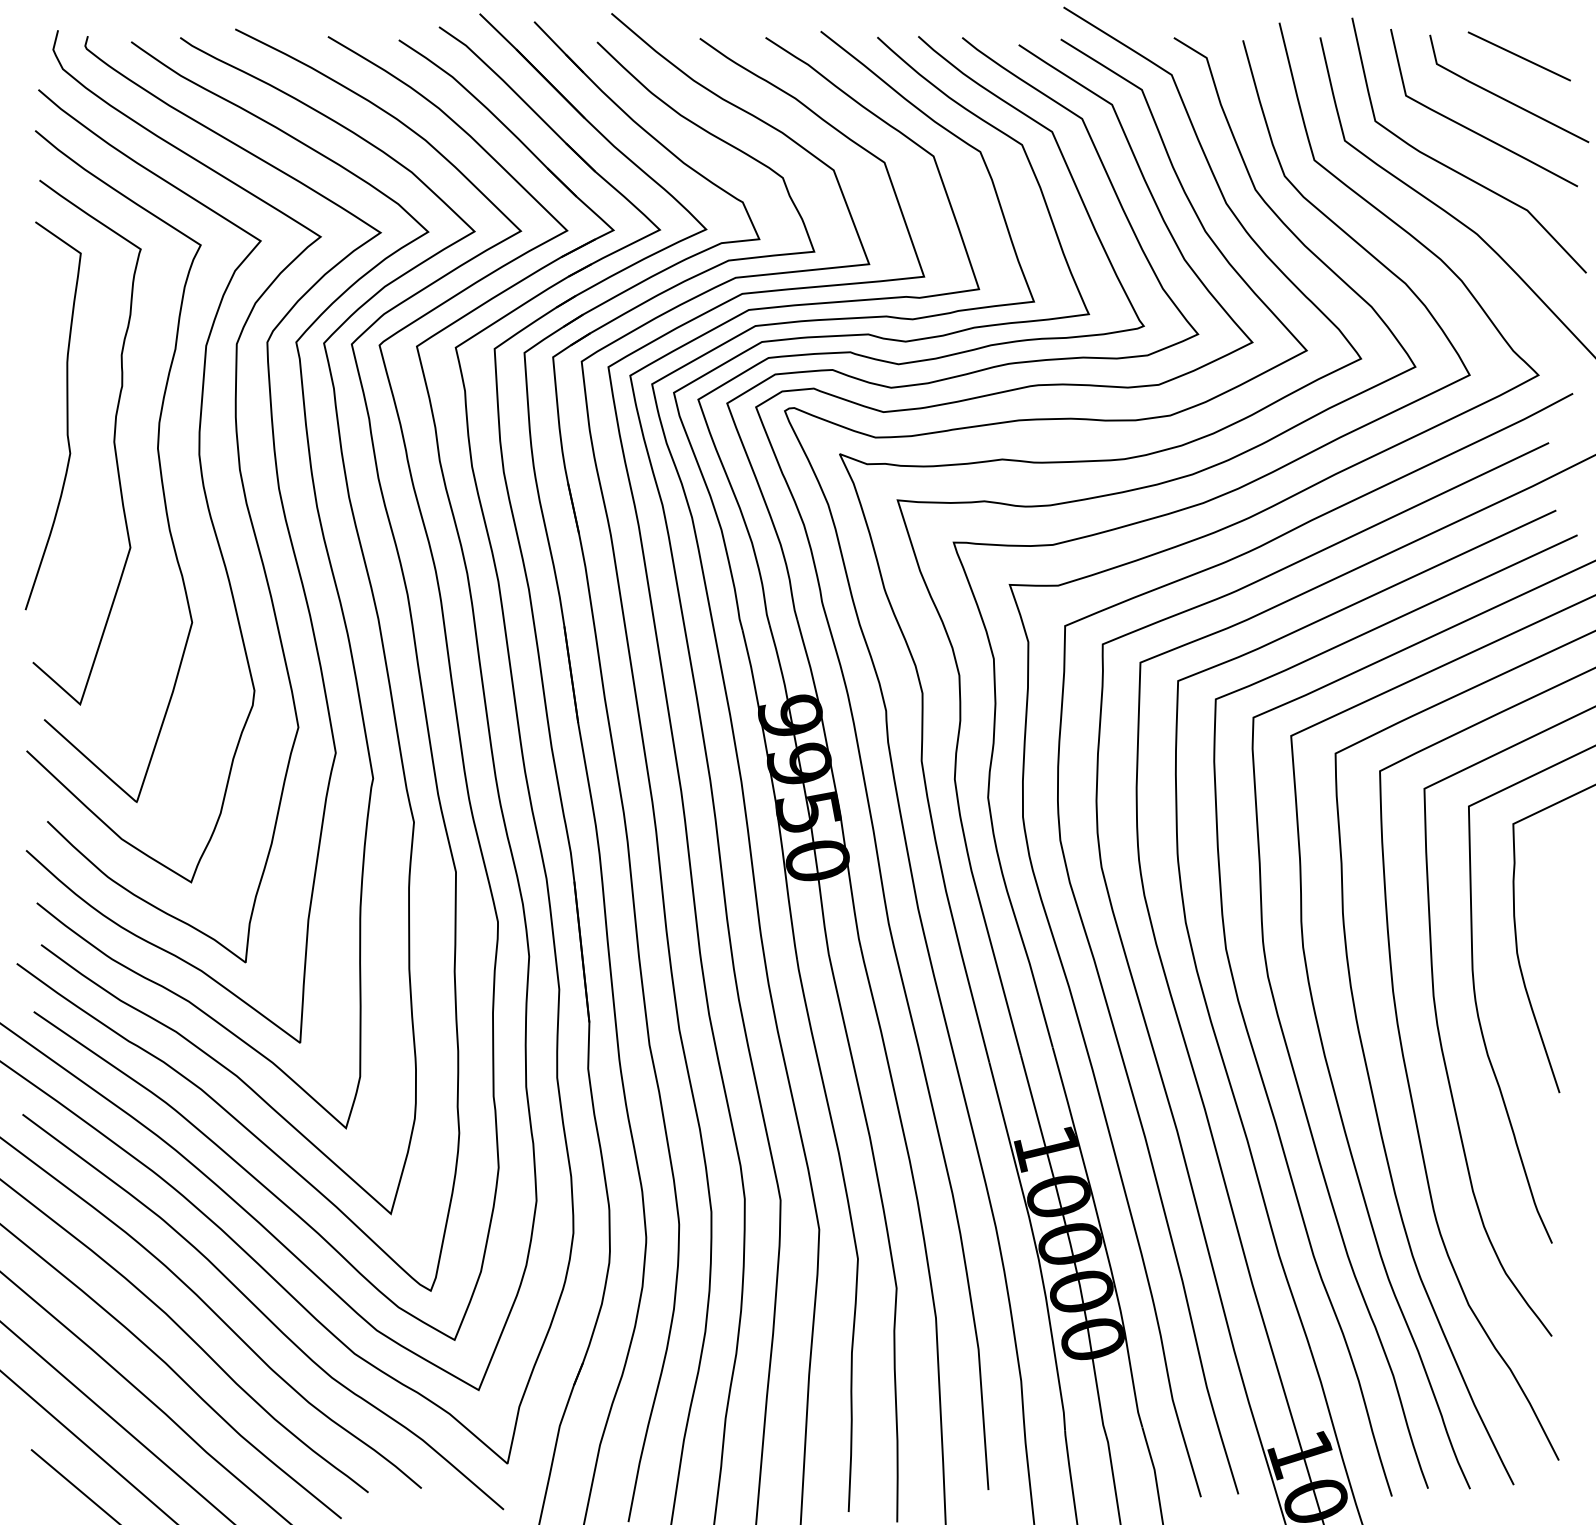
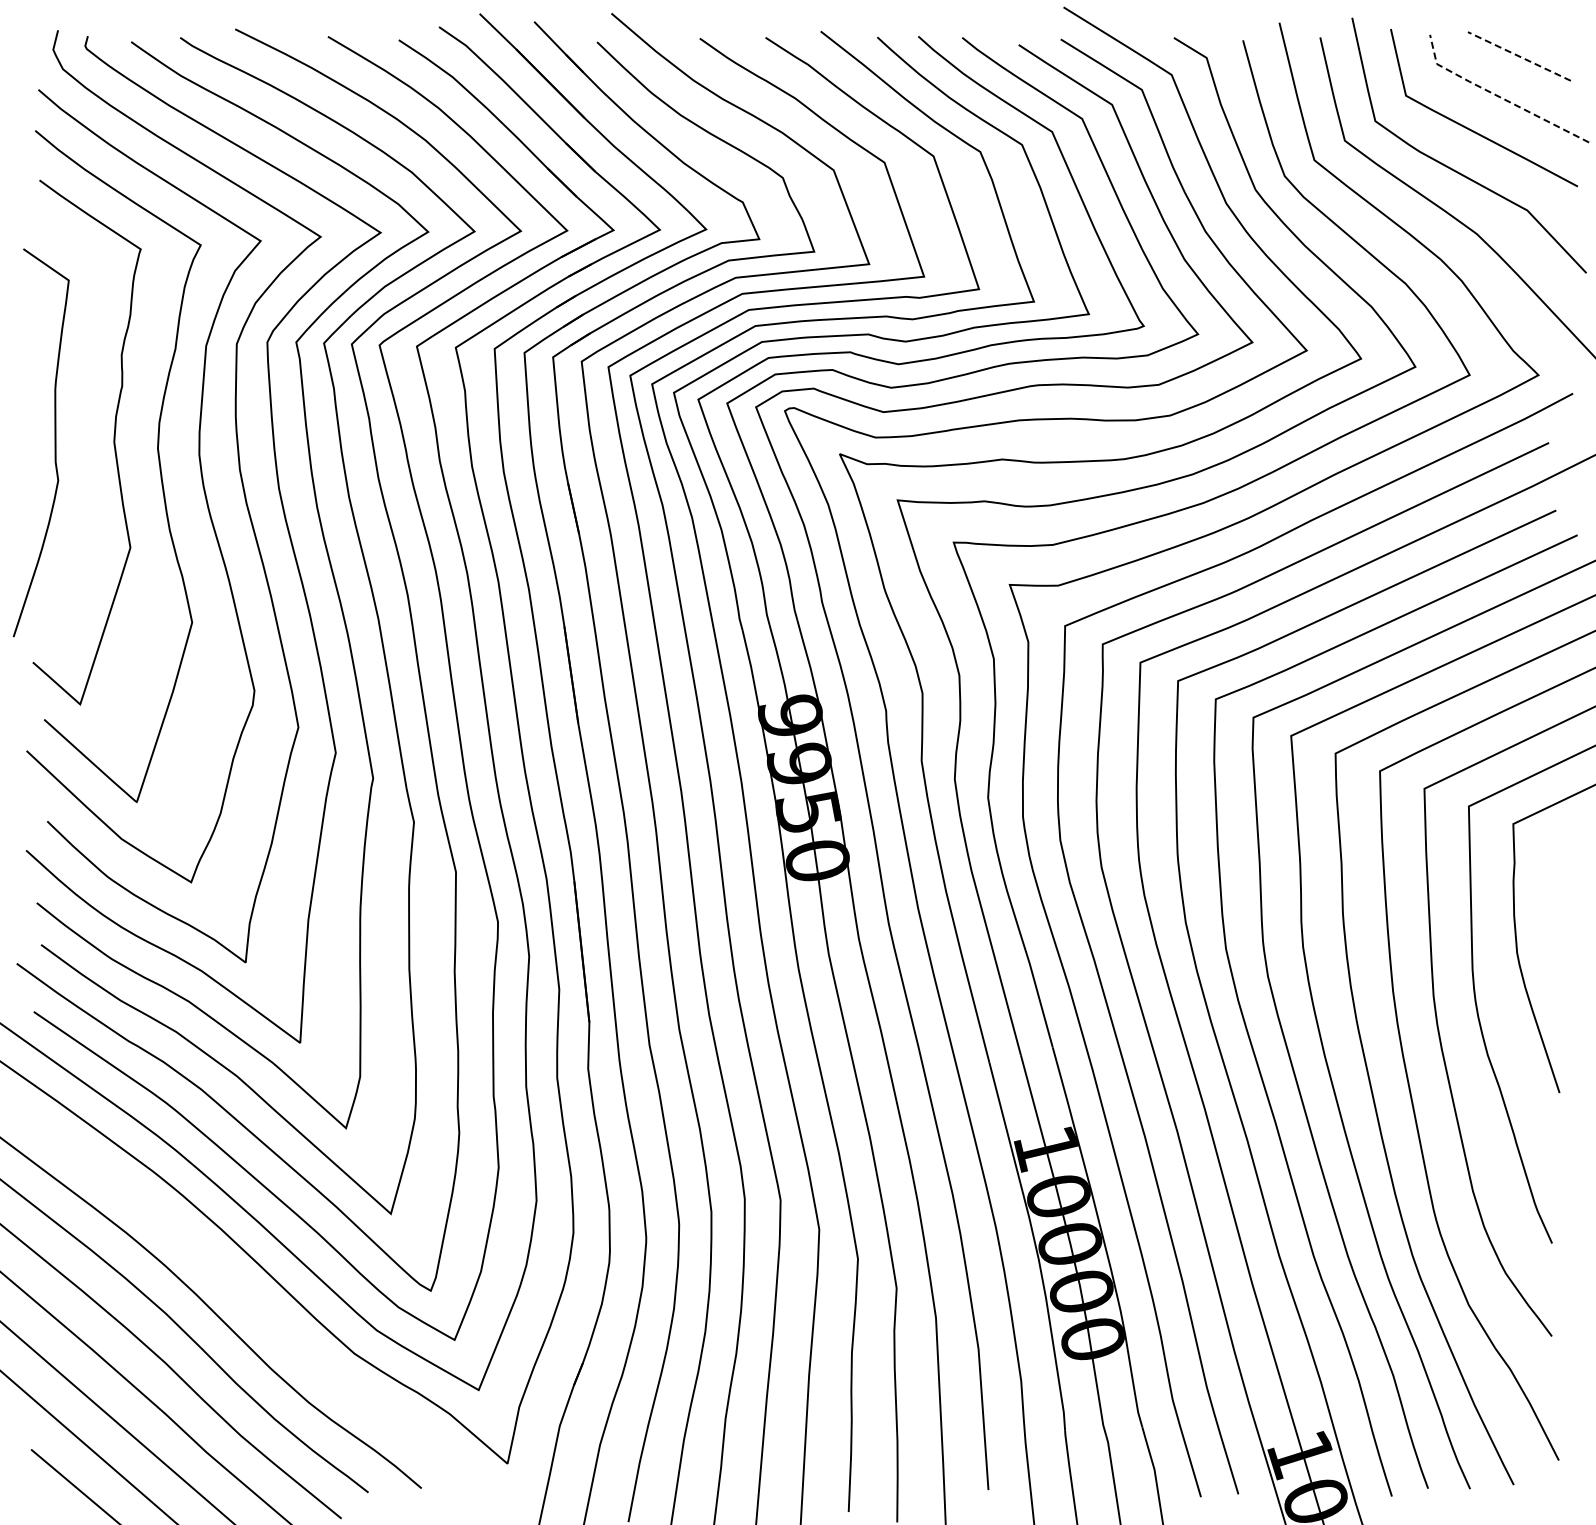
line at (1519, 56): solid -> dashed
line at (1498, 96): solid -> dashed
curve at (66, 415) position: (66, 415) -> (54, 442)
curve at (263, 1312): present -> none
